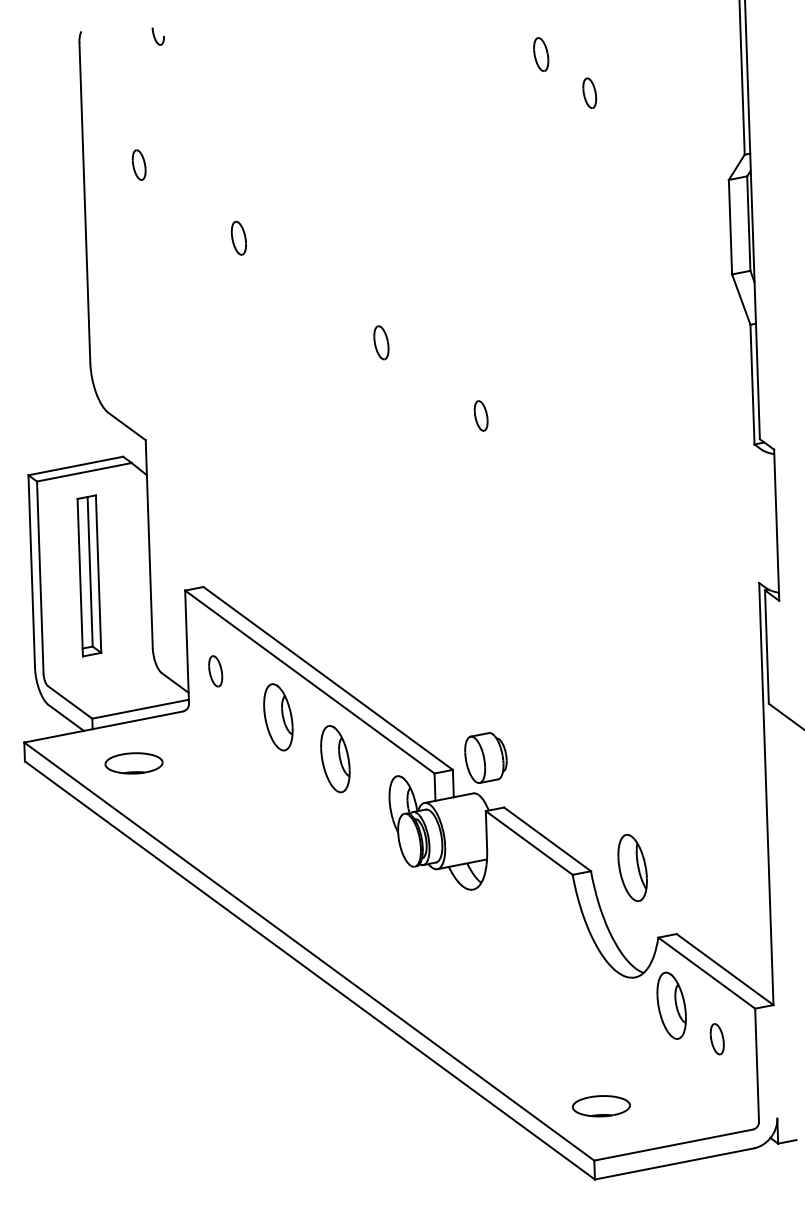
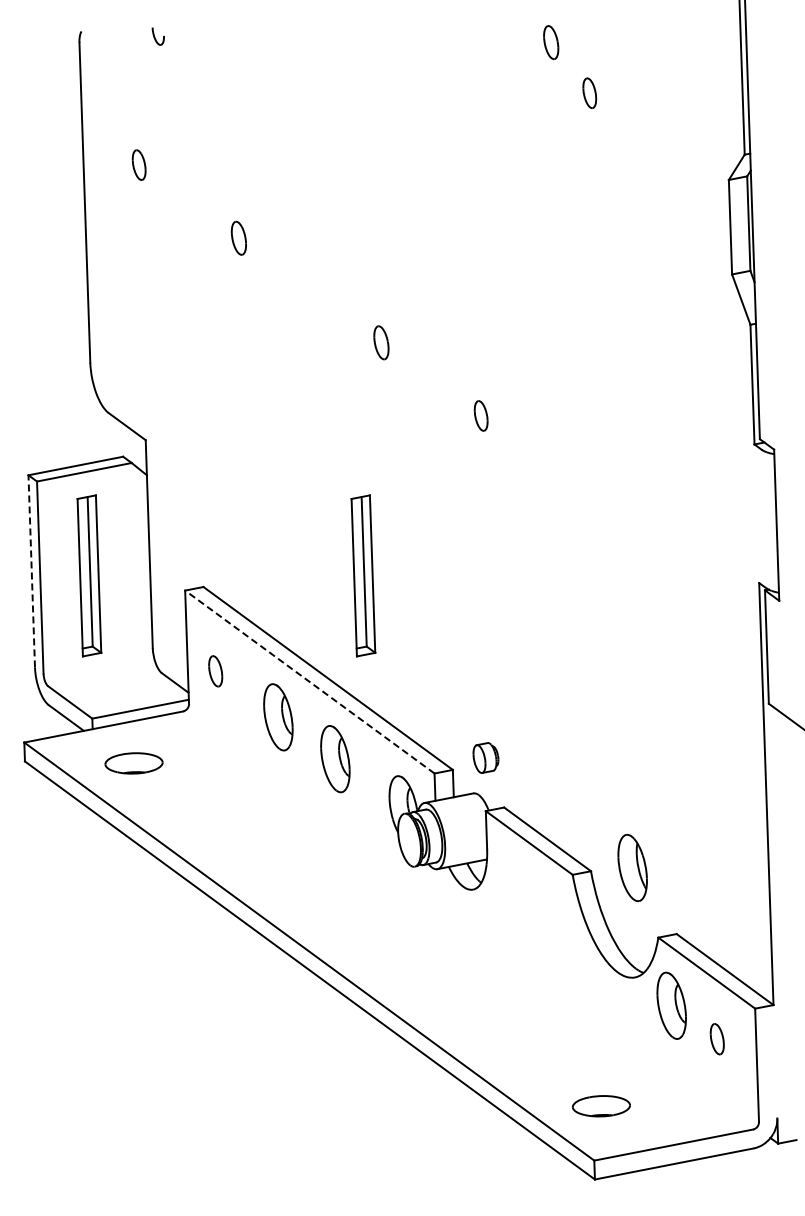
part at (541, 54) position: (541, 54) -> (551, 42)
line at (31, 570): solid -> dashed
part at (363, 575): none -> present
line at (309, 682): solid -> dashed
part at (485, 757) size: 44x52 px -> 28x32 px
